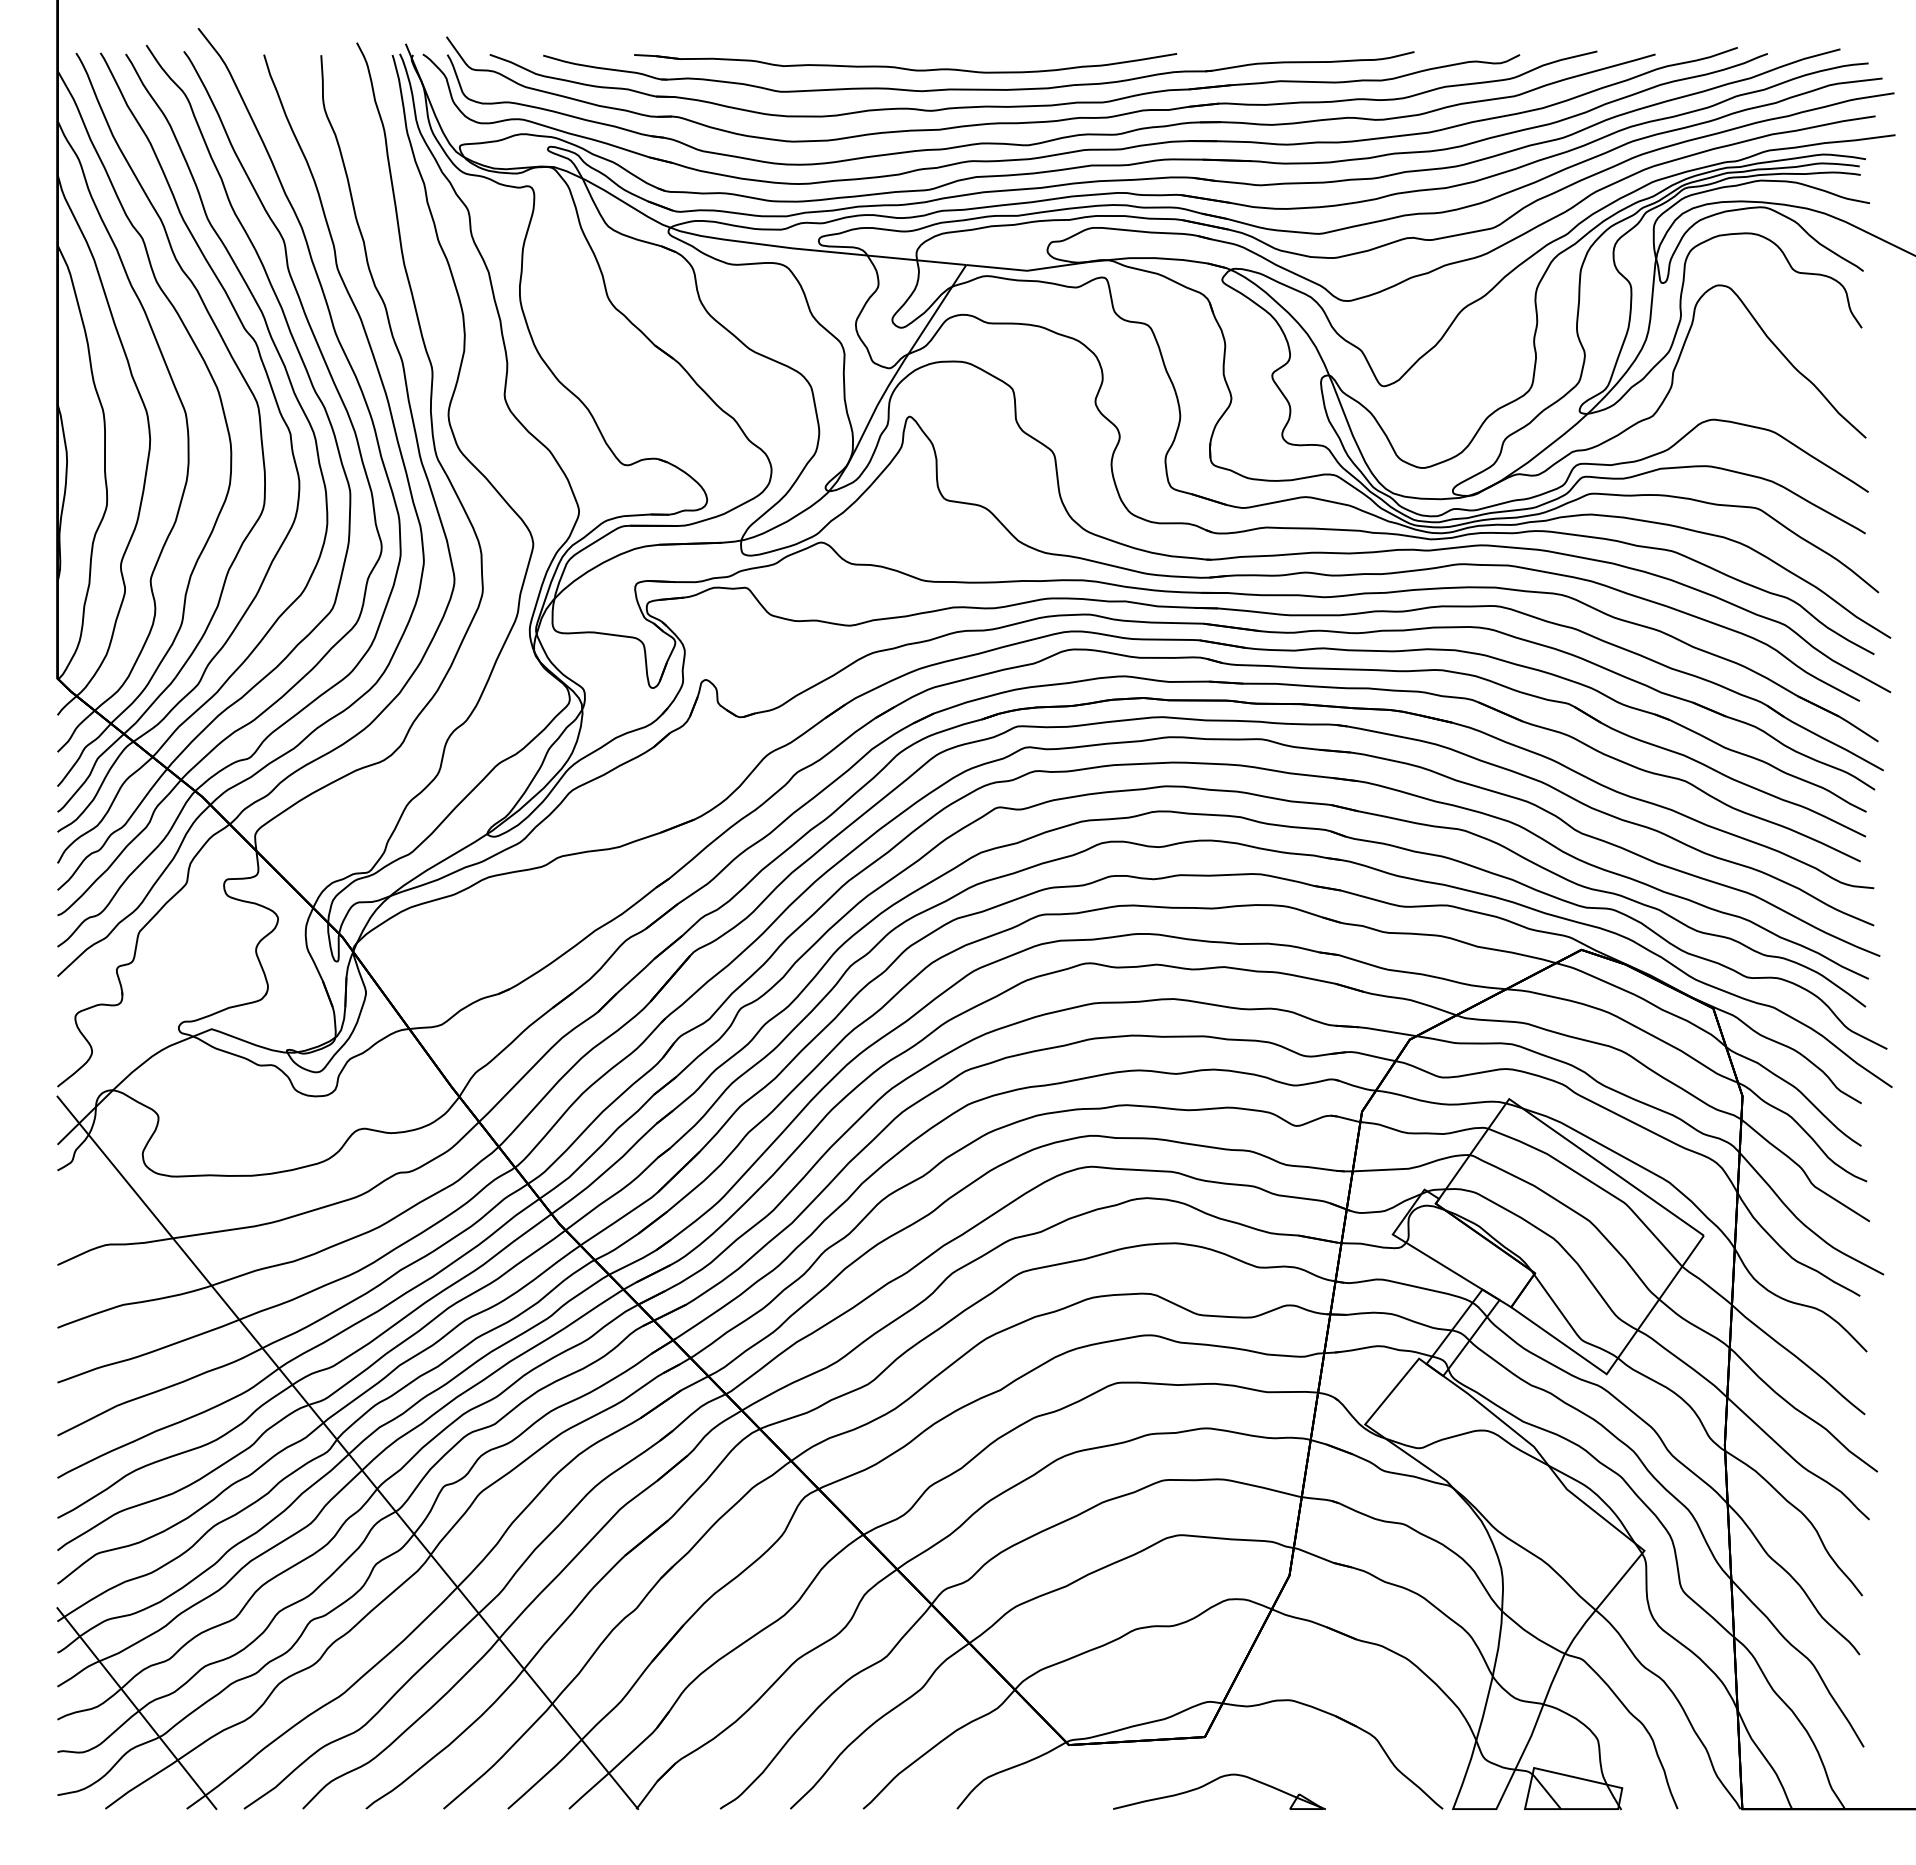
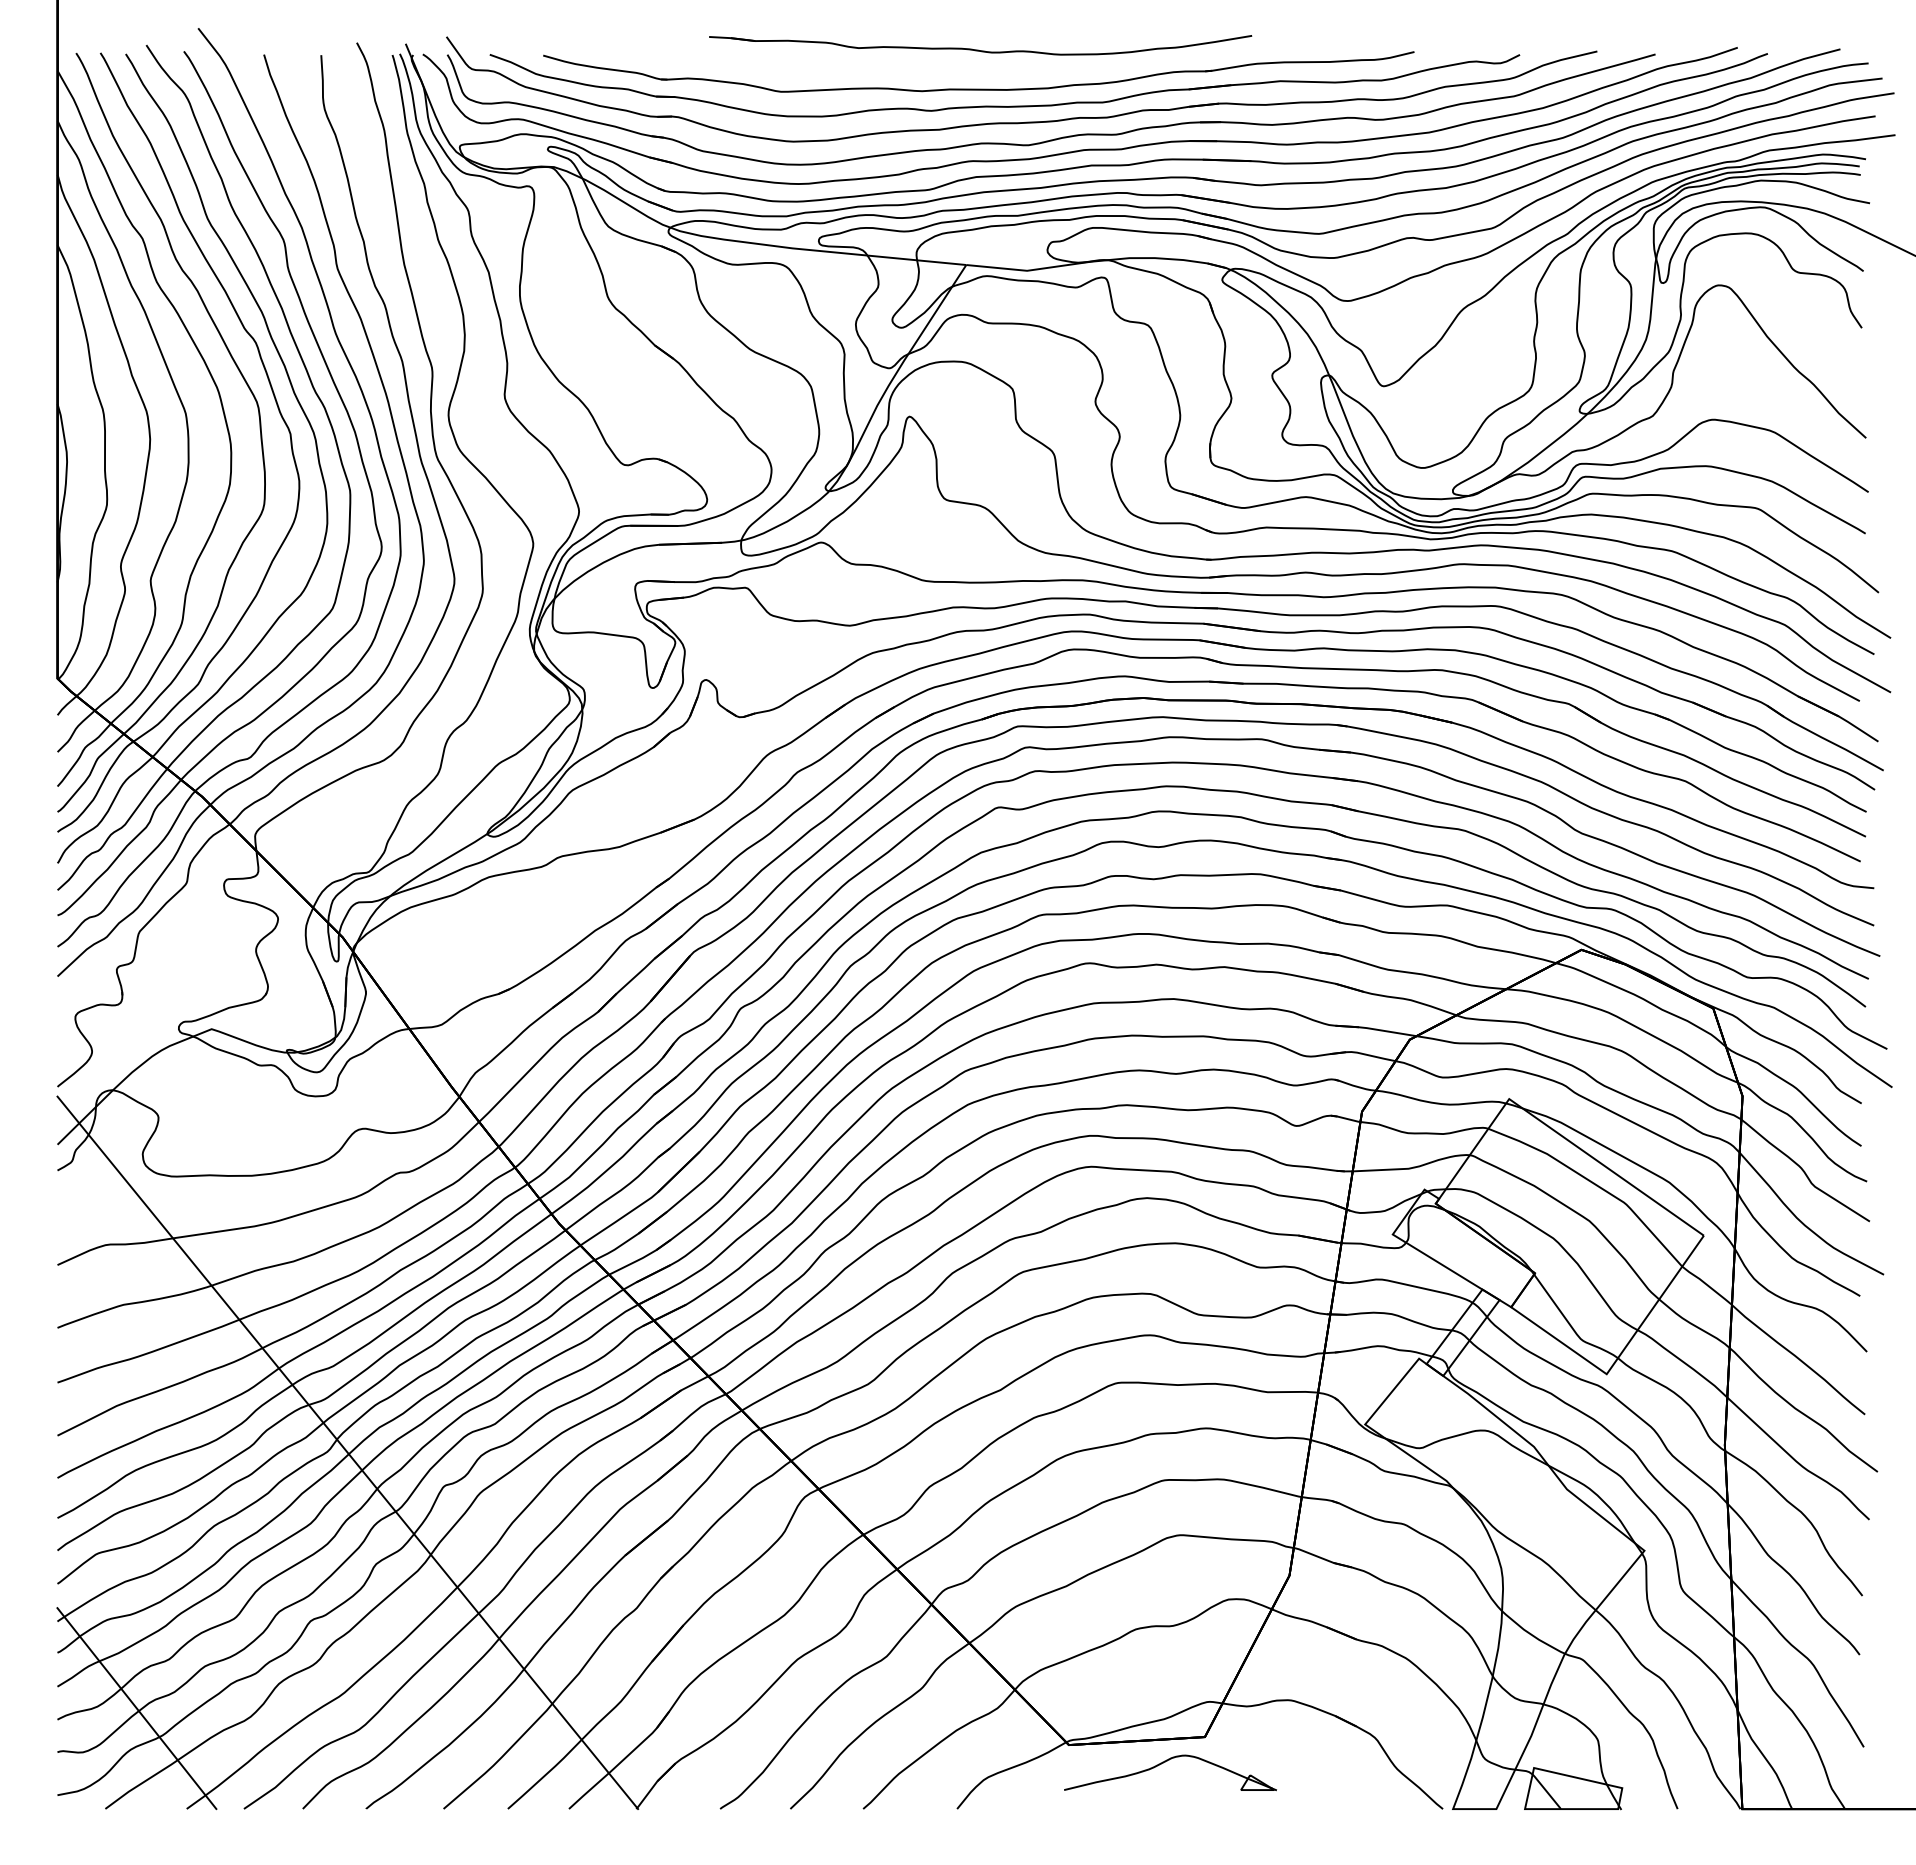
part at (905, 63) position: (905, 63) -> (980, 45)
part at (1214, 1781) position: (1214, 1781) -> (1165, 1762)
